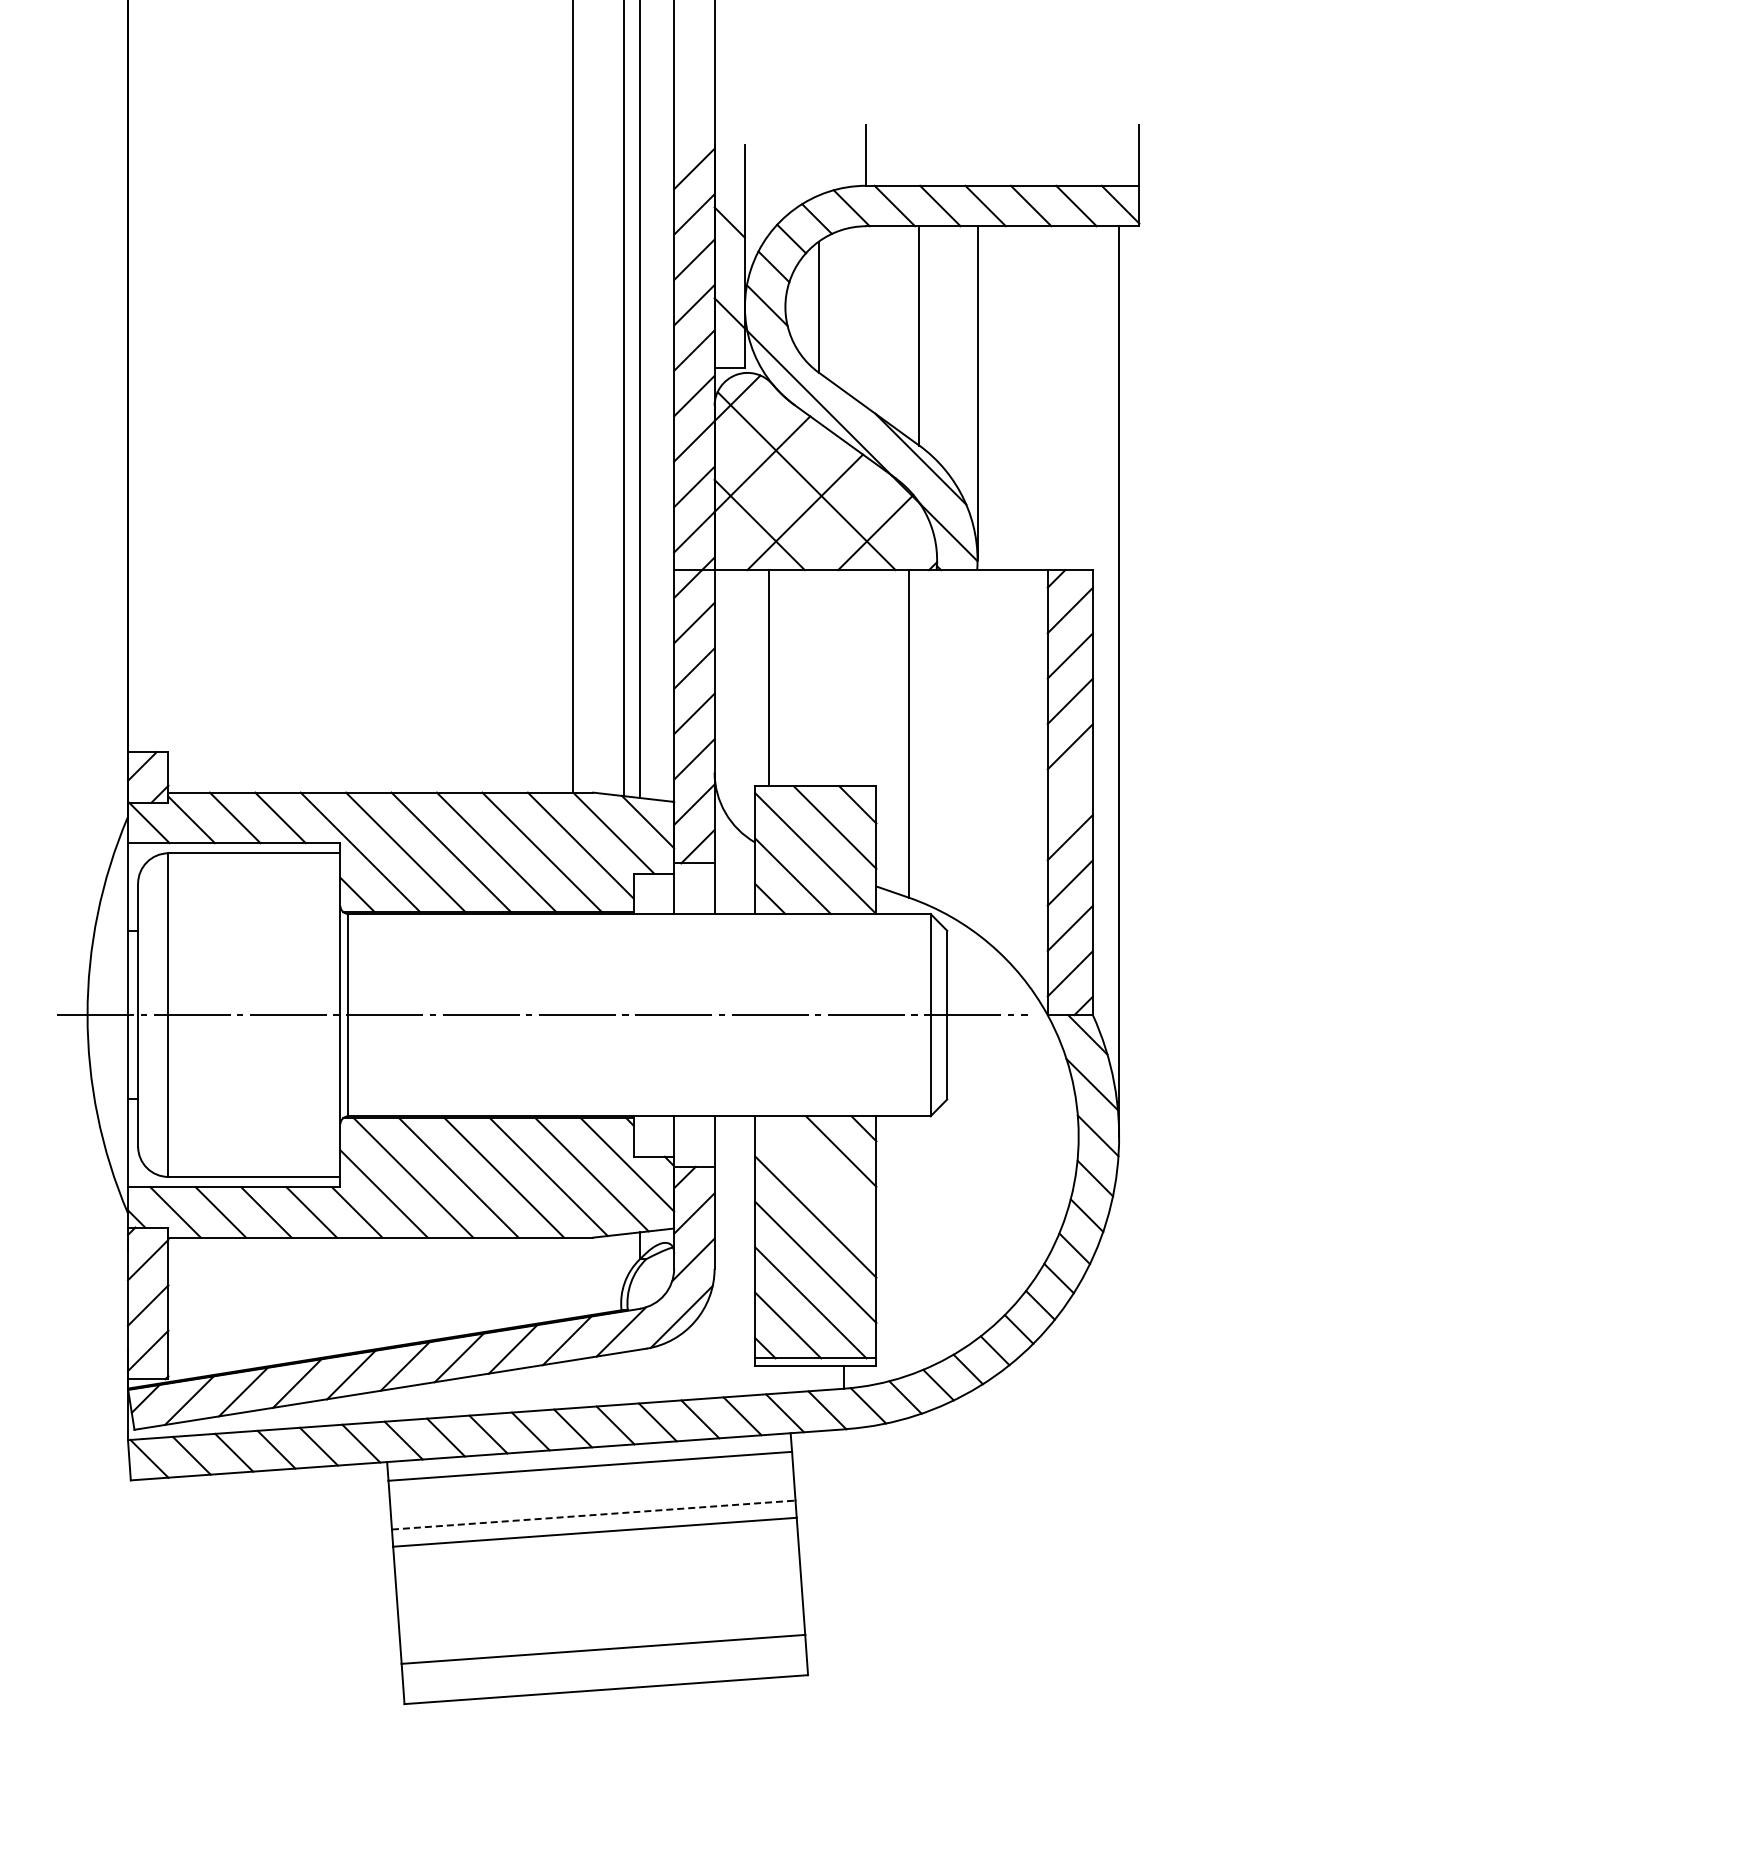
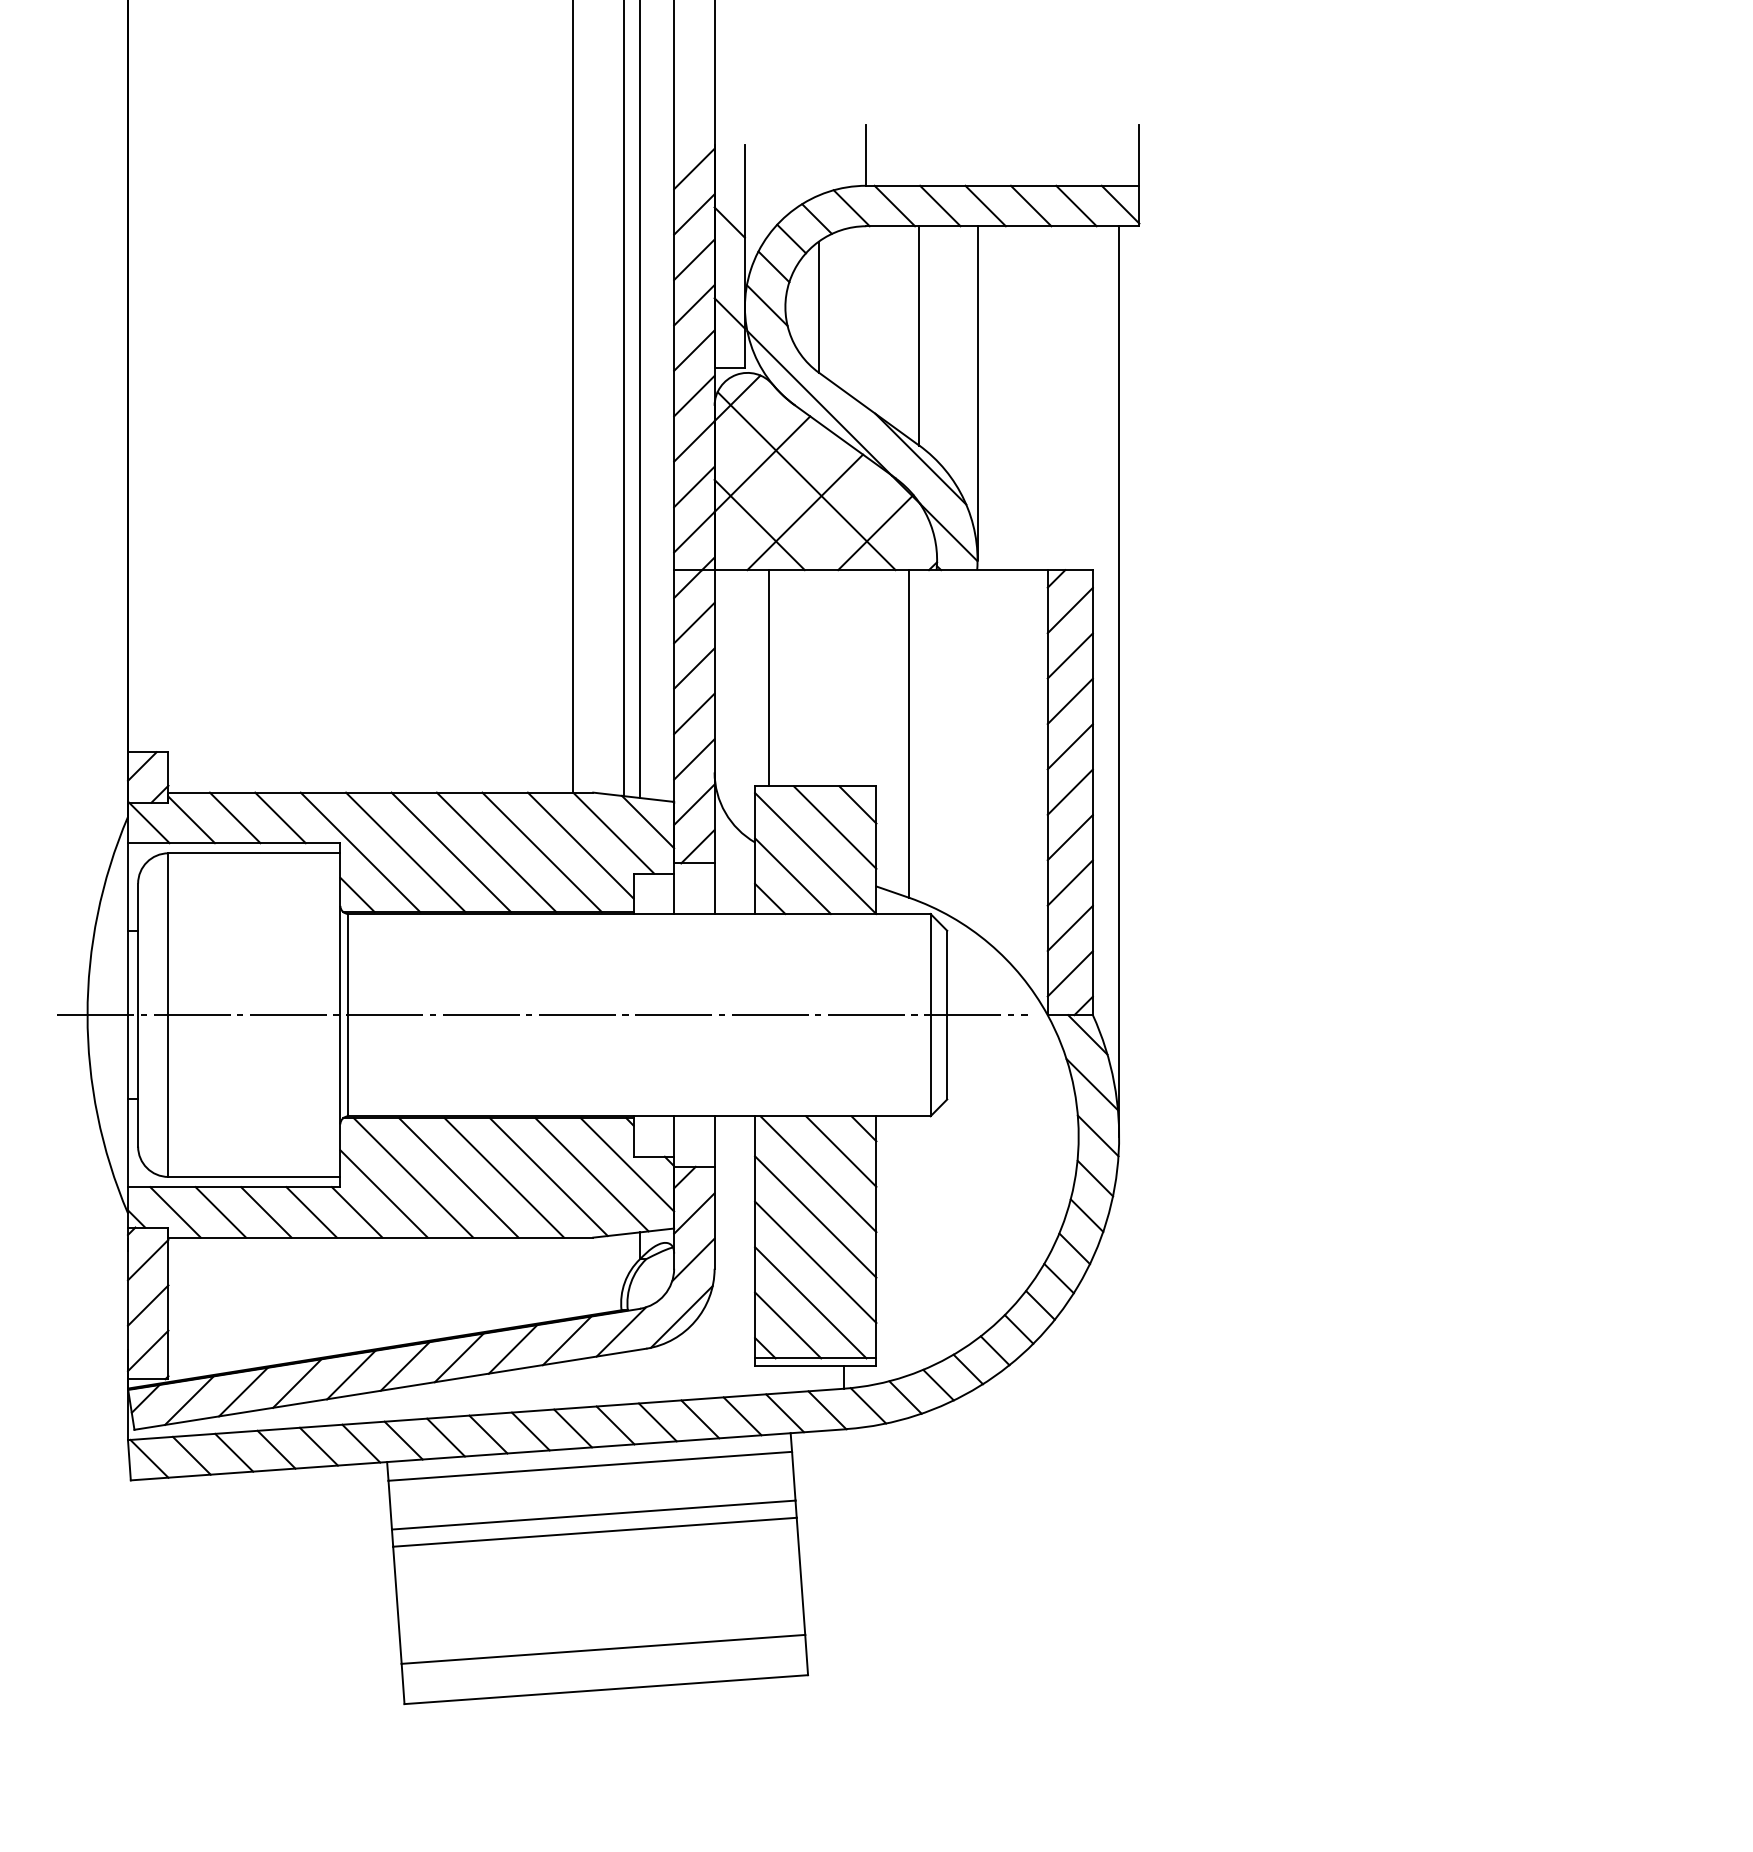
line at (1069, 791): none -> present
line at (818, 1174): none -> present
line at (594, 1515): dashed -> solid
